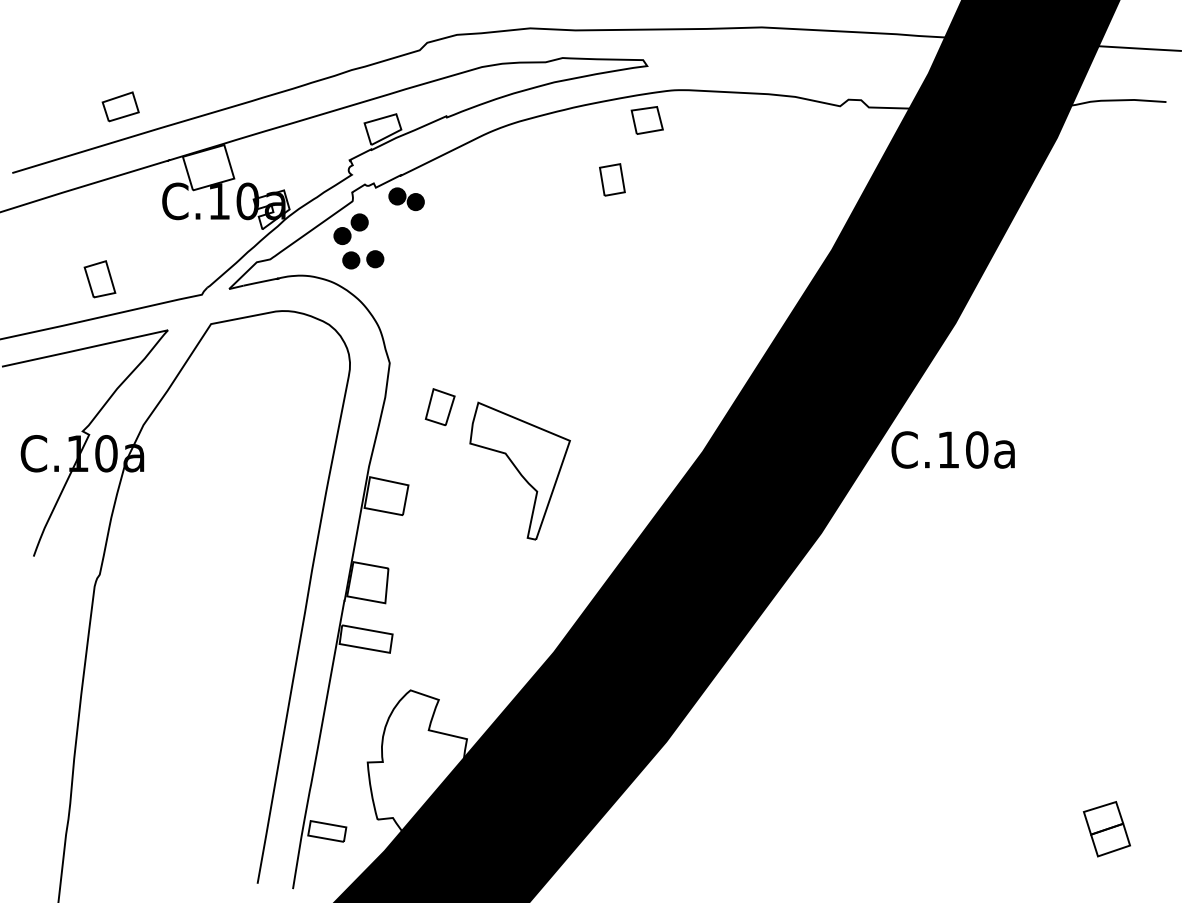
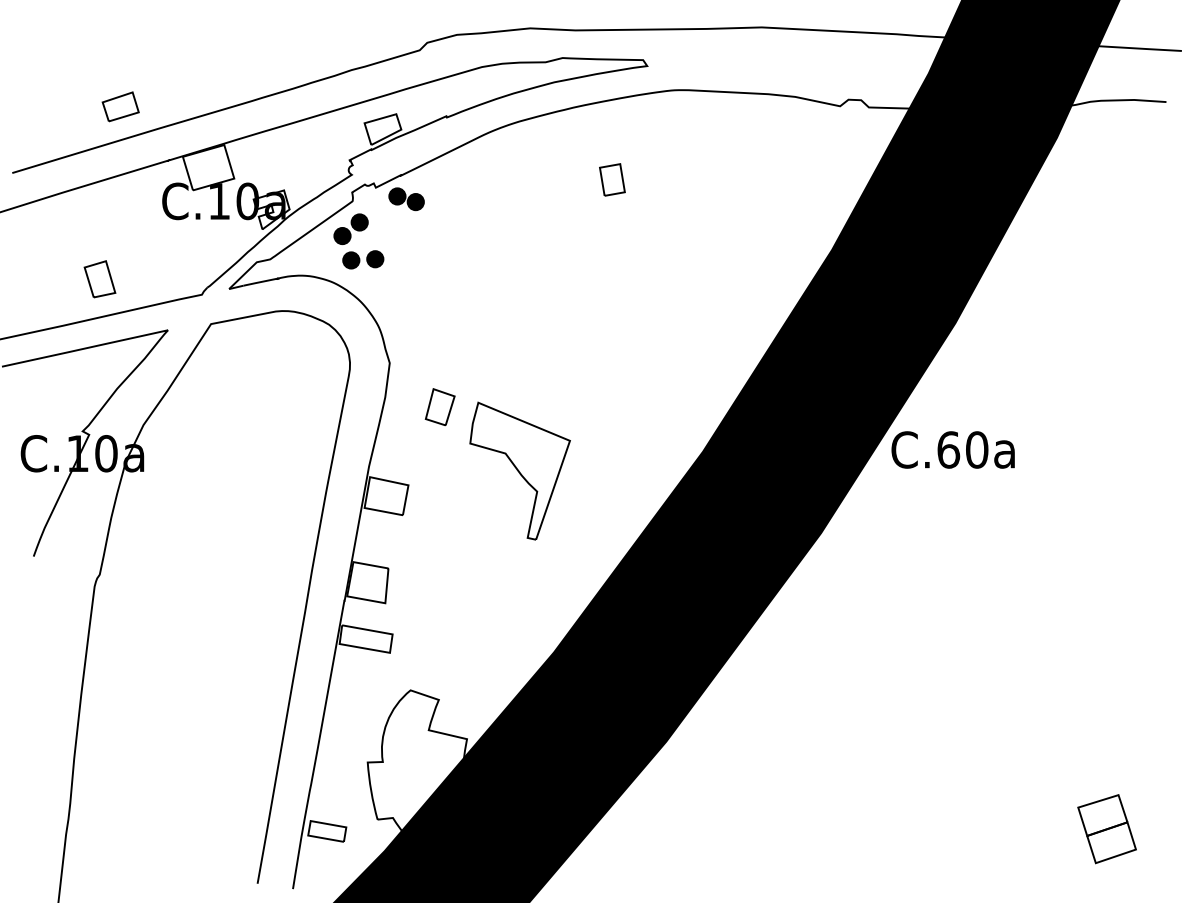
part at (646, 120): present -> none
text at (948, 449): C.10a -> C.60a
part at (1106, 829) size: 49x57 px -> 60x71 px
